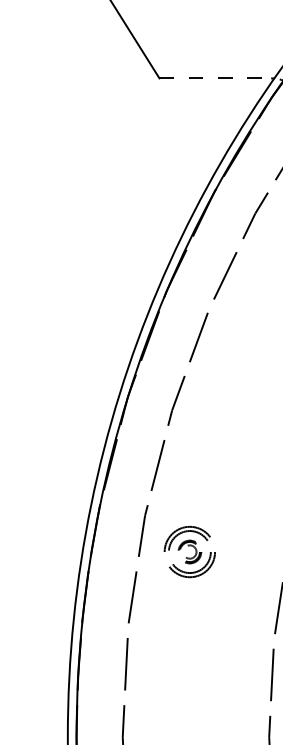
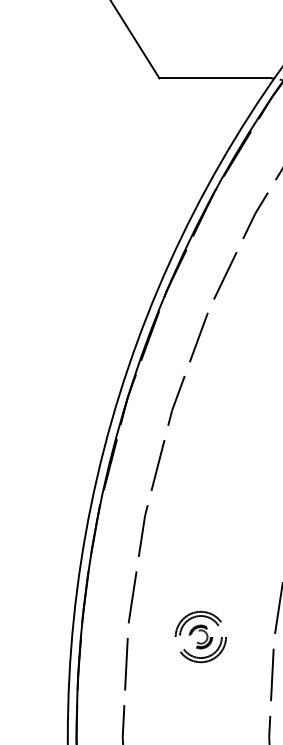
line at (215, 78): dashed -> solid
part at (189, 552) position: (189, 552) -> (200, 637)
